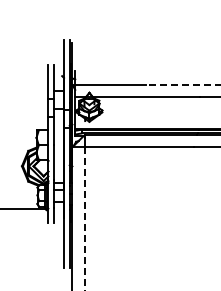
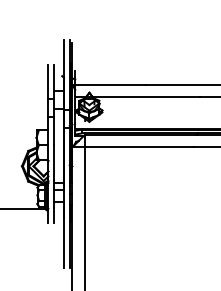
line at (182, 85): dashed -> solid
line at (84, 219): dashed -> solid
